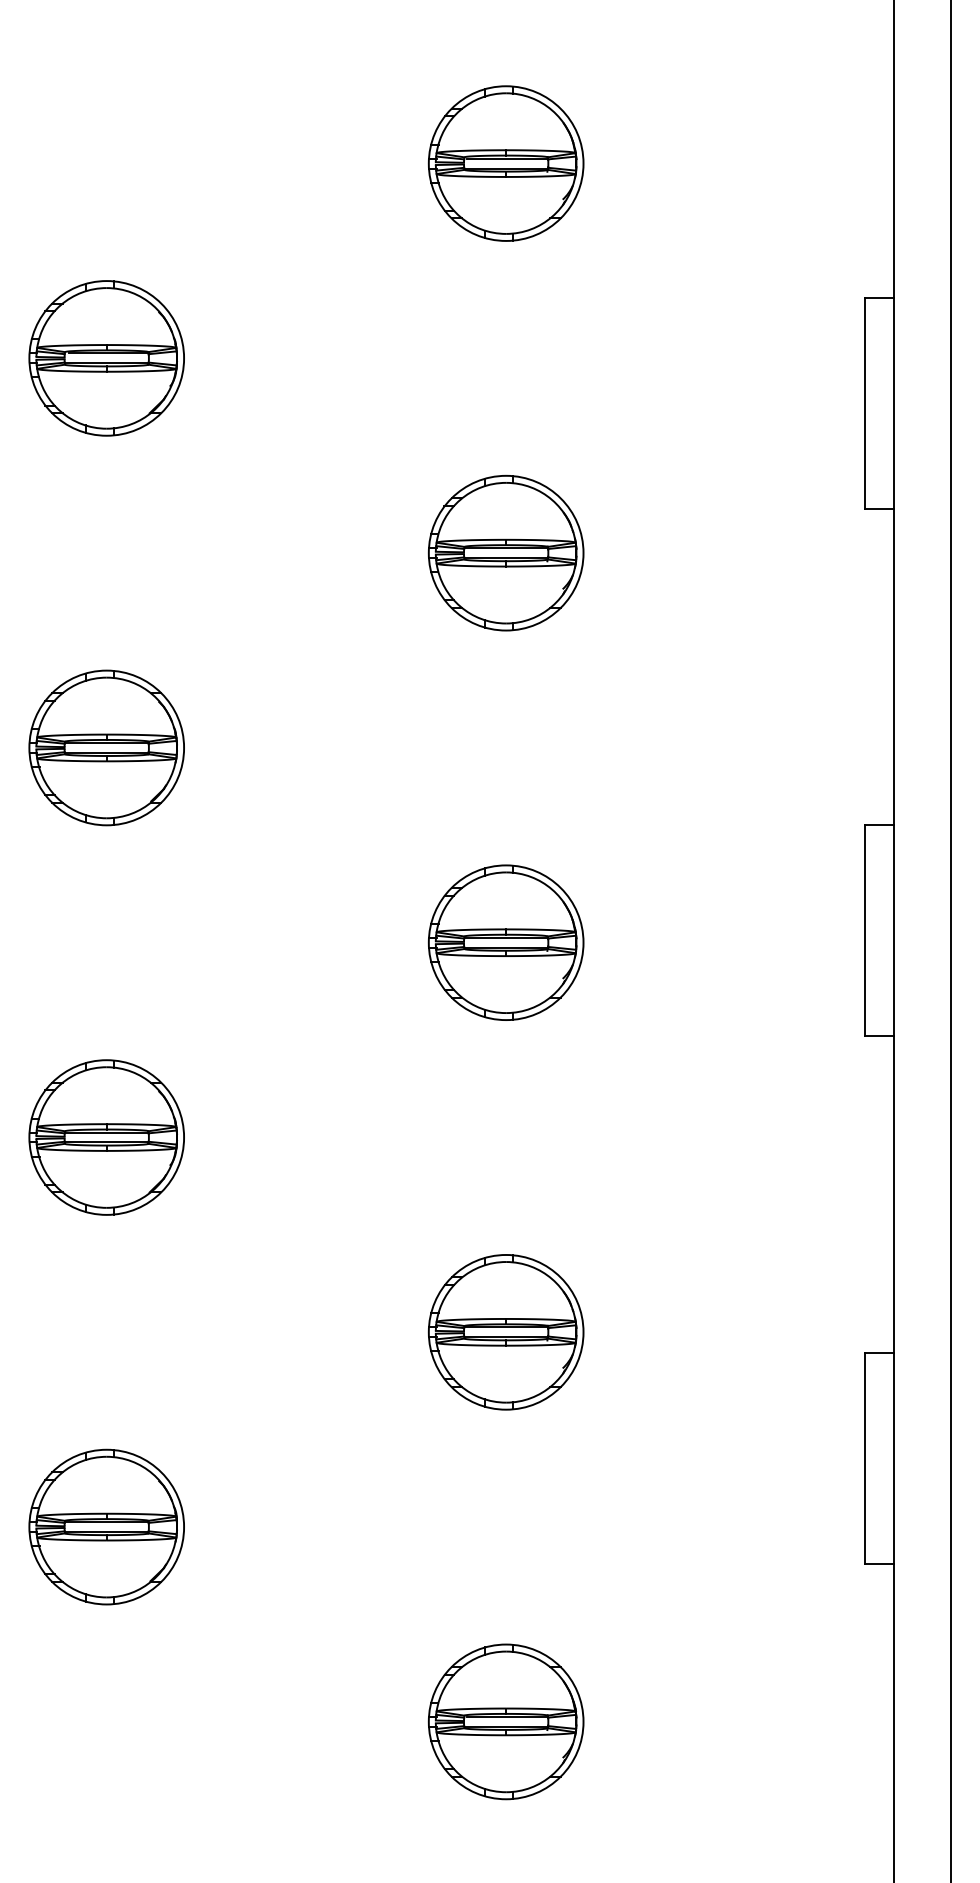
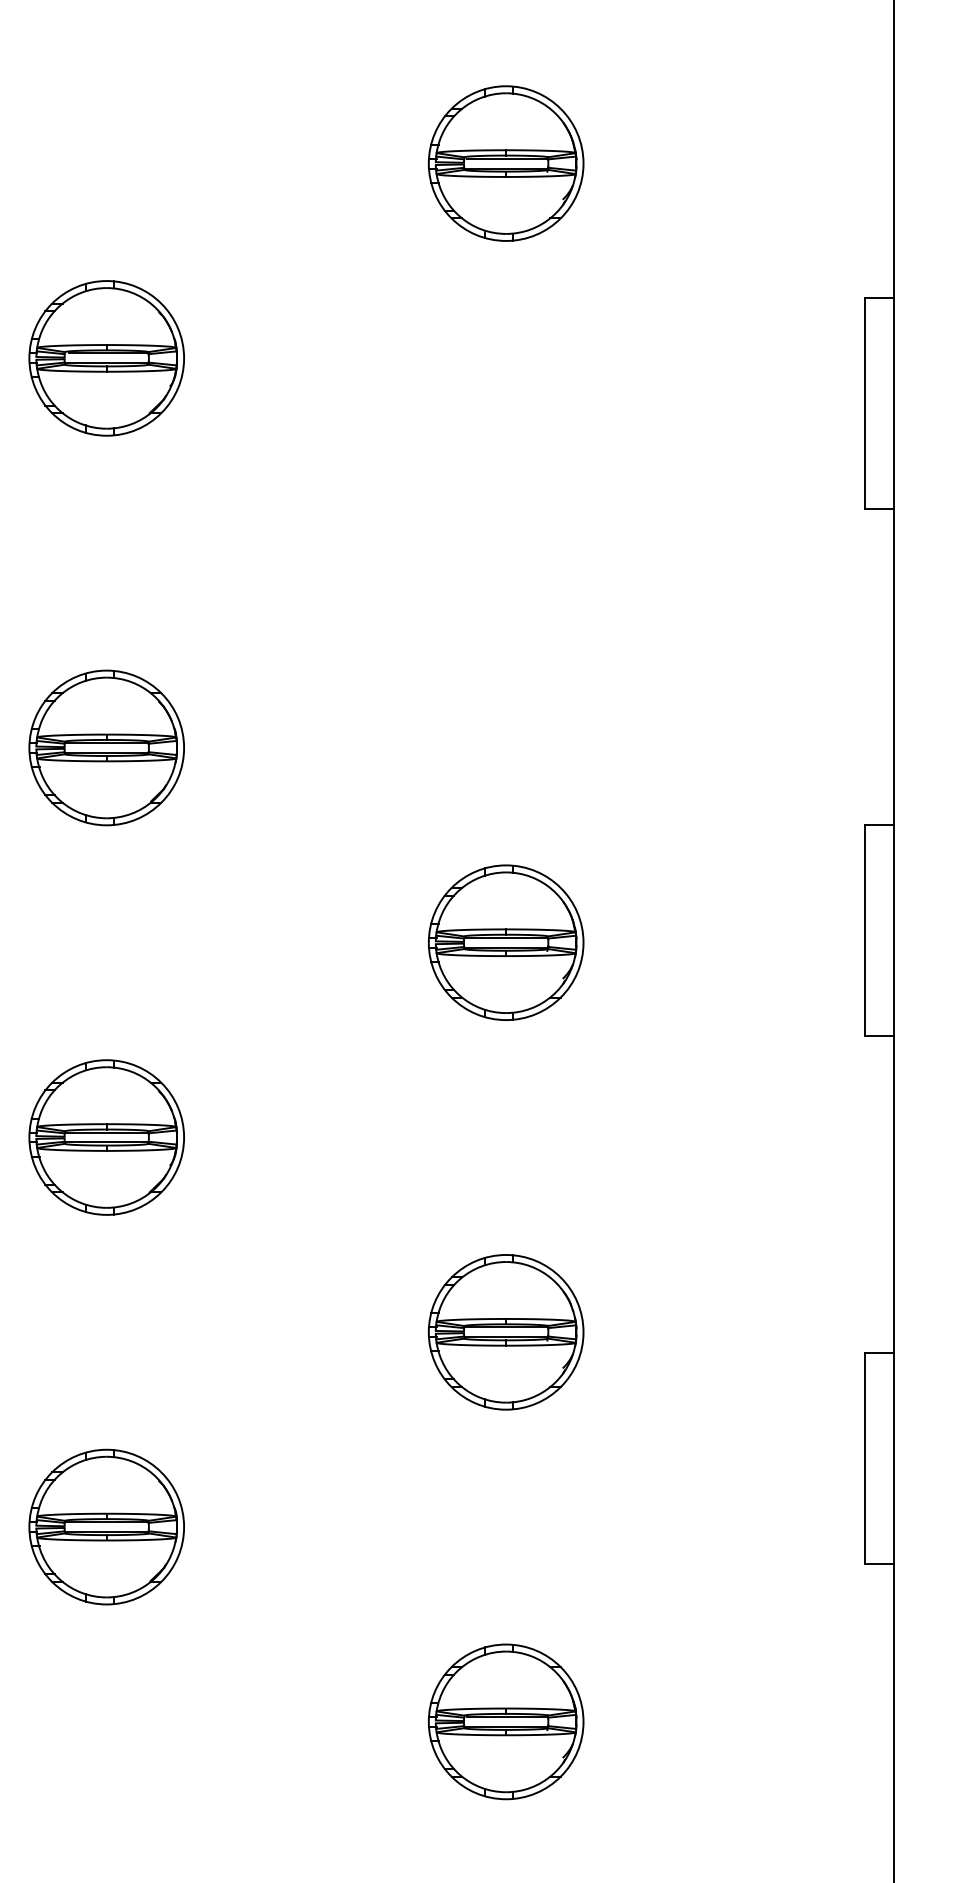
part at (505, 552): present -> none
line at (950, 940): present -> none
